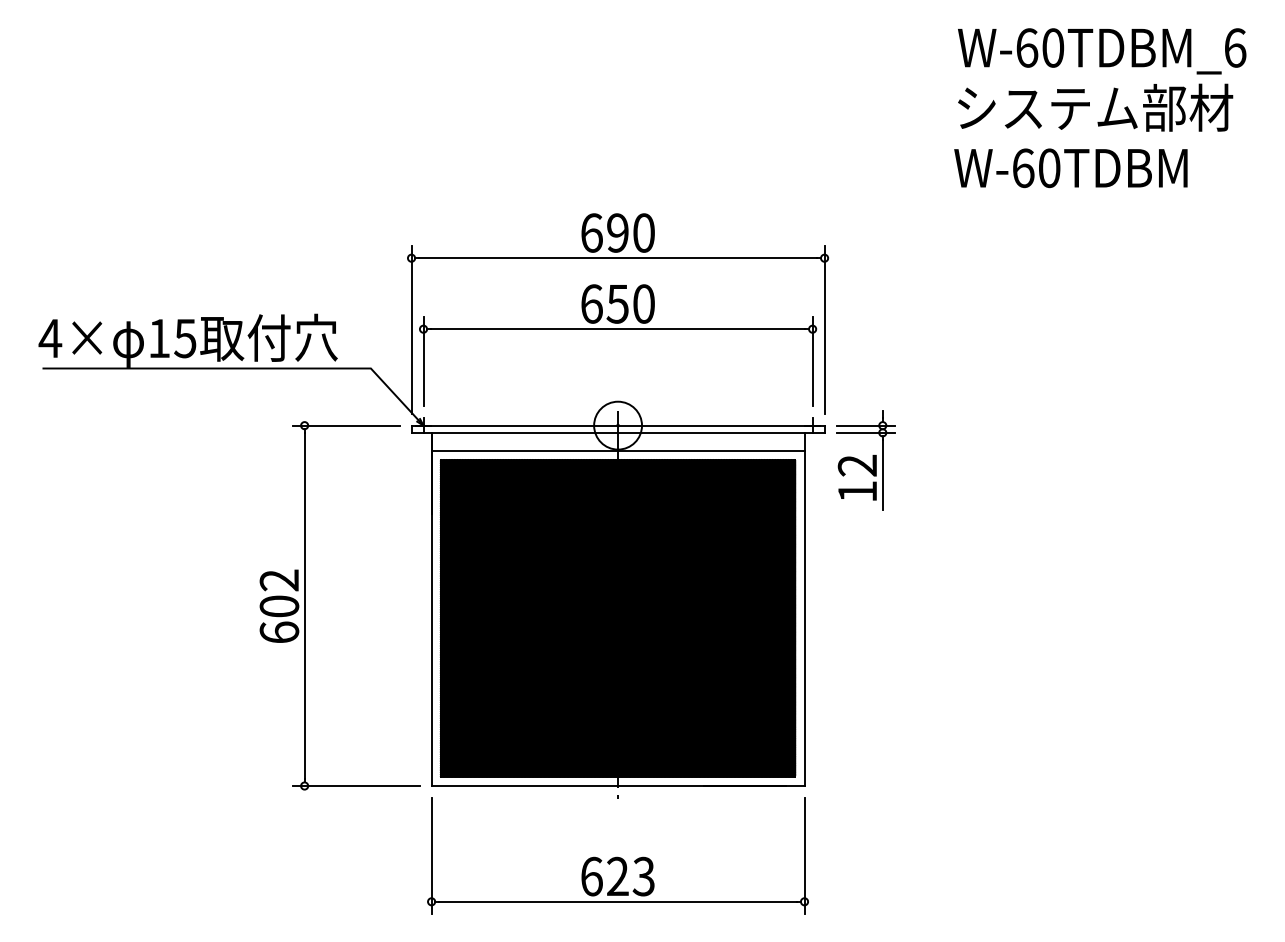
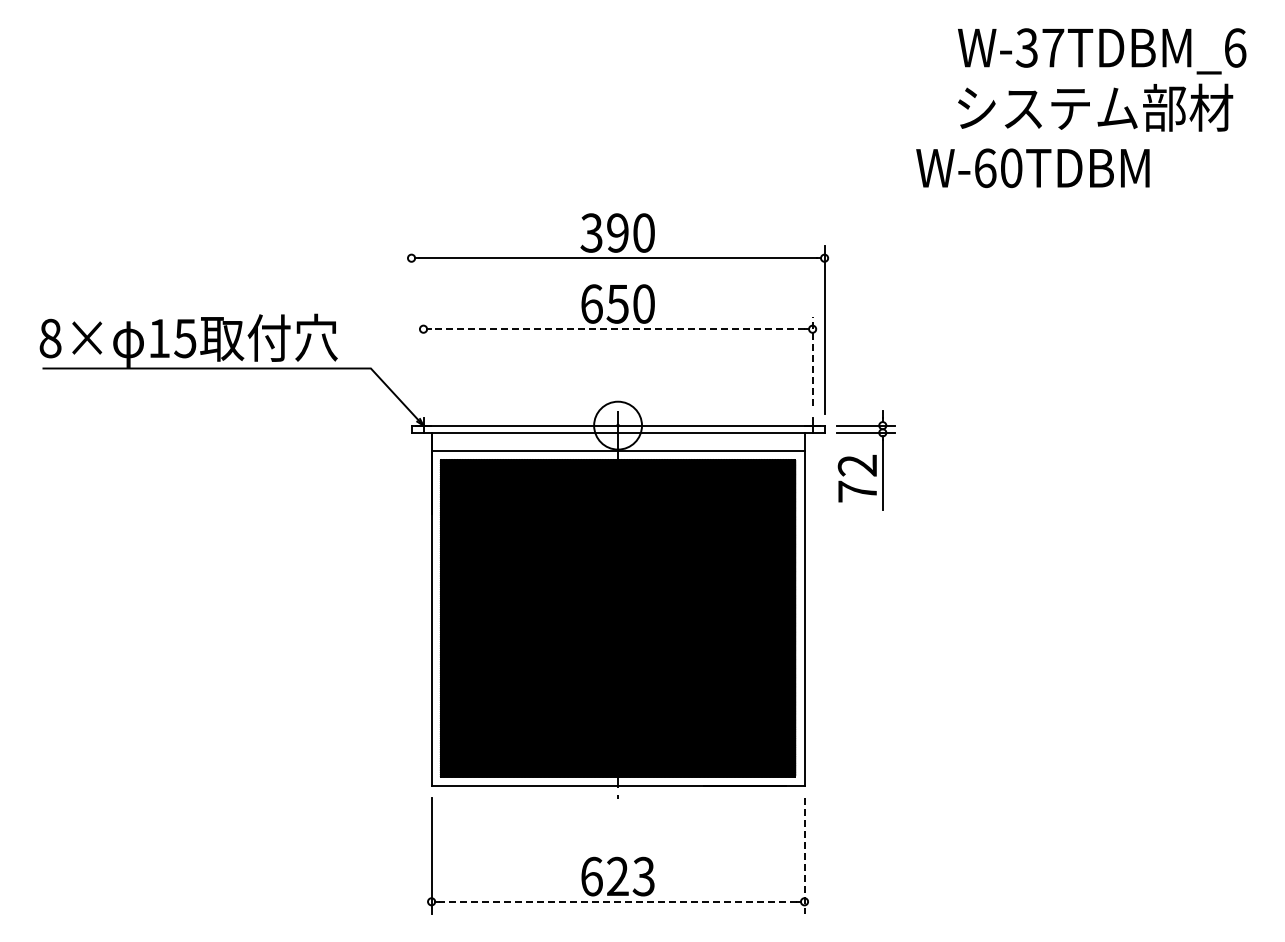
text at (1039, 47): W-60TDBM_6 -> W-37TDBM_6
text at (1070, 168) position: (1070, 168) -> (1032, 168)
text at (591, 232): 690 -> 390
line at (411, 329): present -> none
line at (617, 329): solid -> dashed
text at (50, 338): 4× -> 8×
line at (423, 361): present -> none
line at (812, 361): solid -> dashed
text at (857, 491): 12 -> 72
part at (305, 605): present -> none
line at (804, 855): solid -> dashed
line at (617, 901): solid -> dashed
